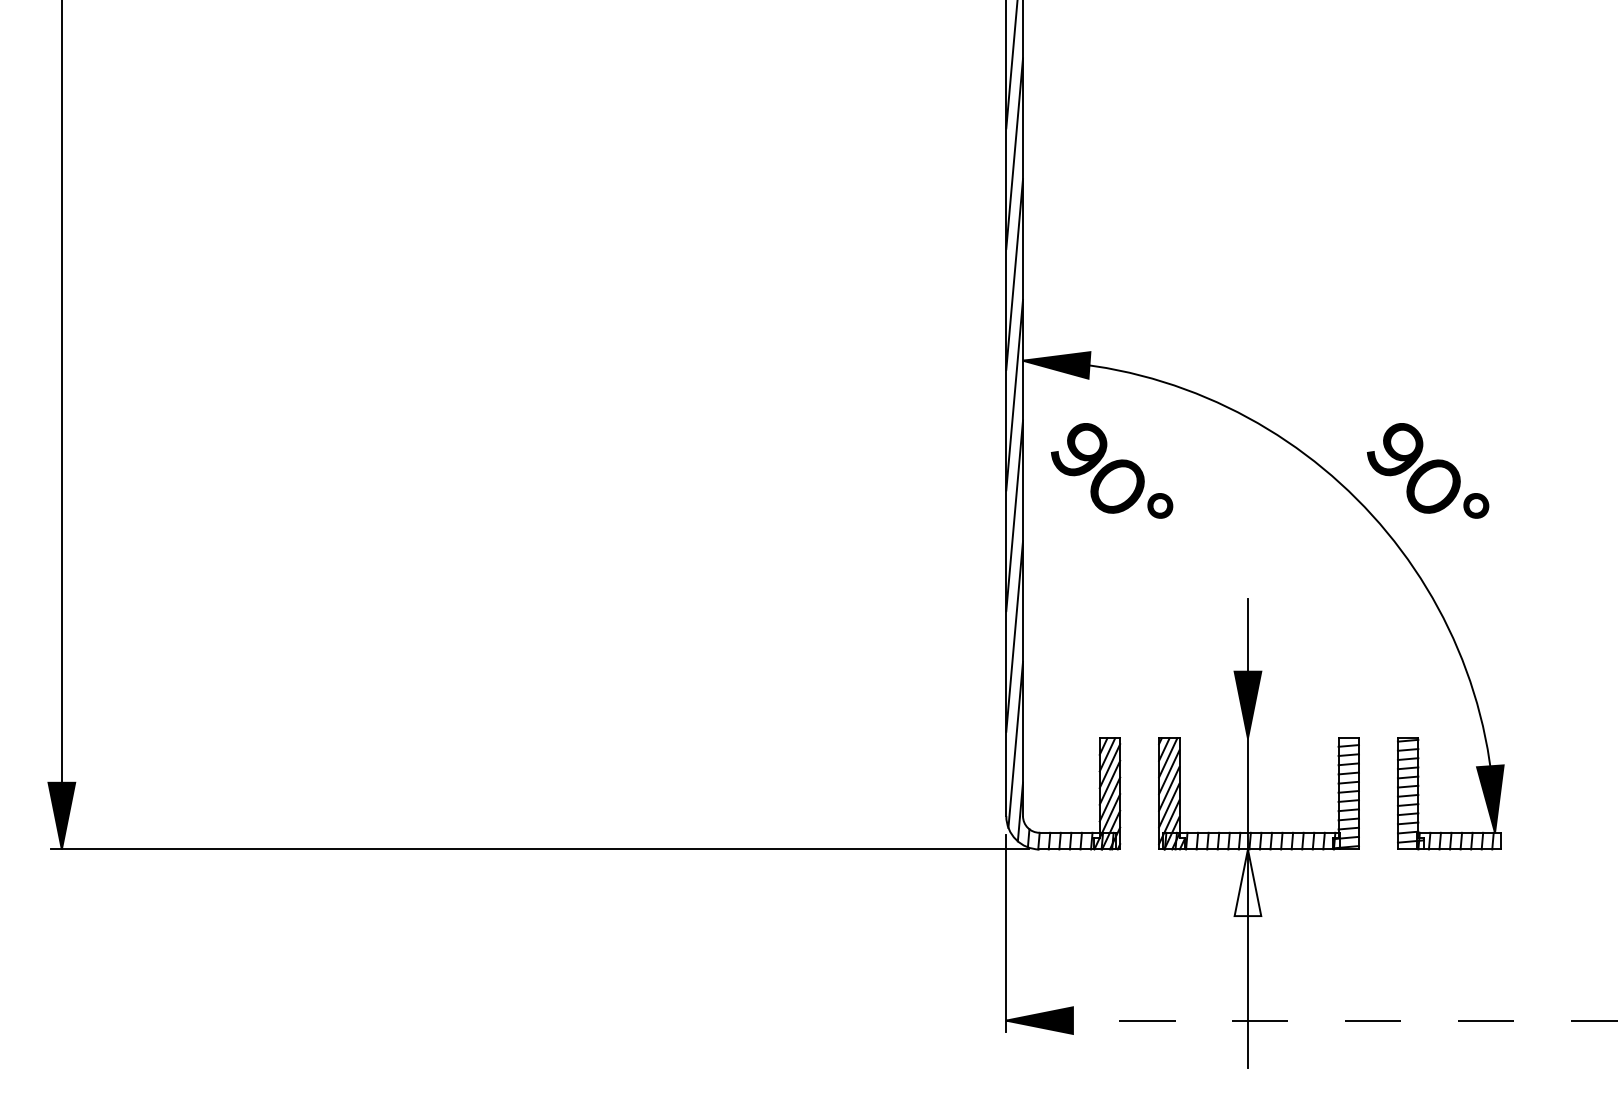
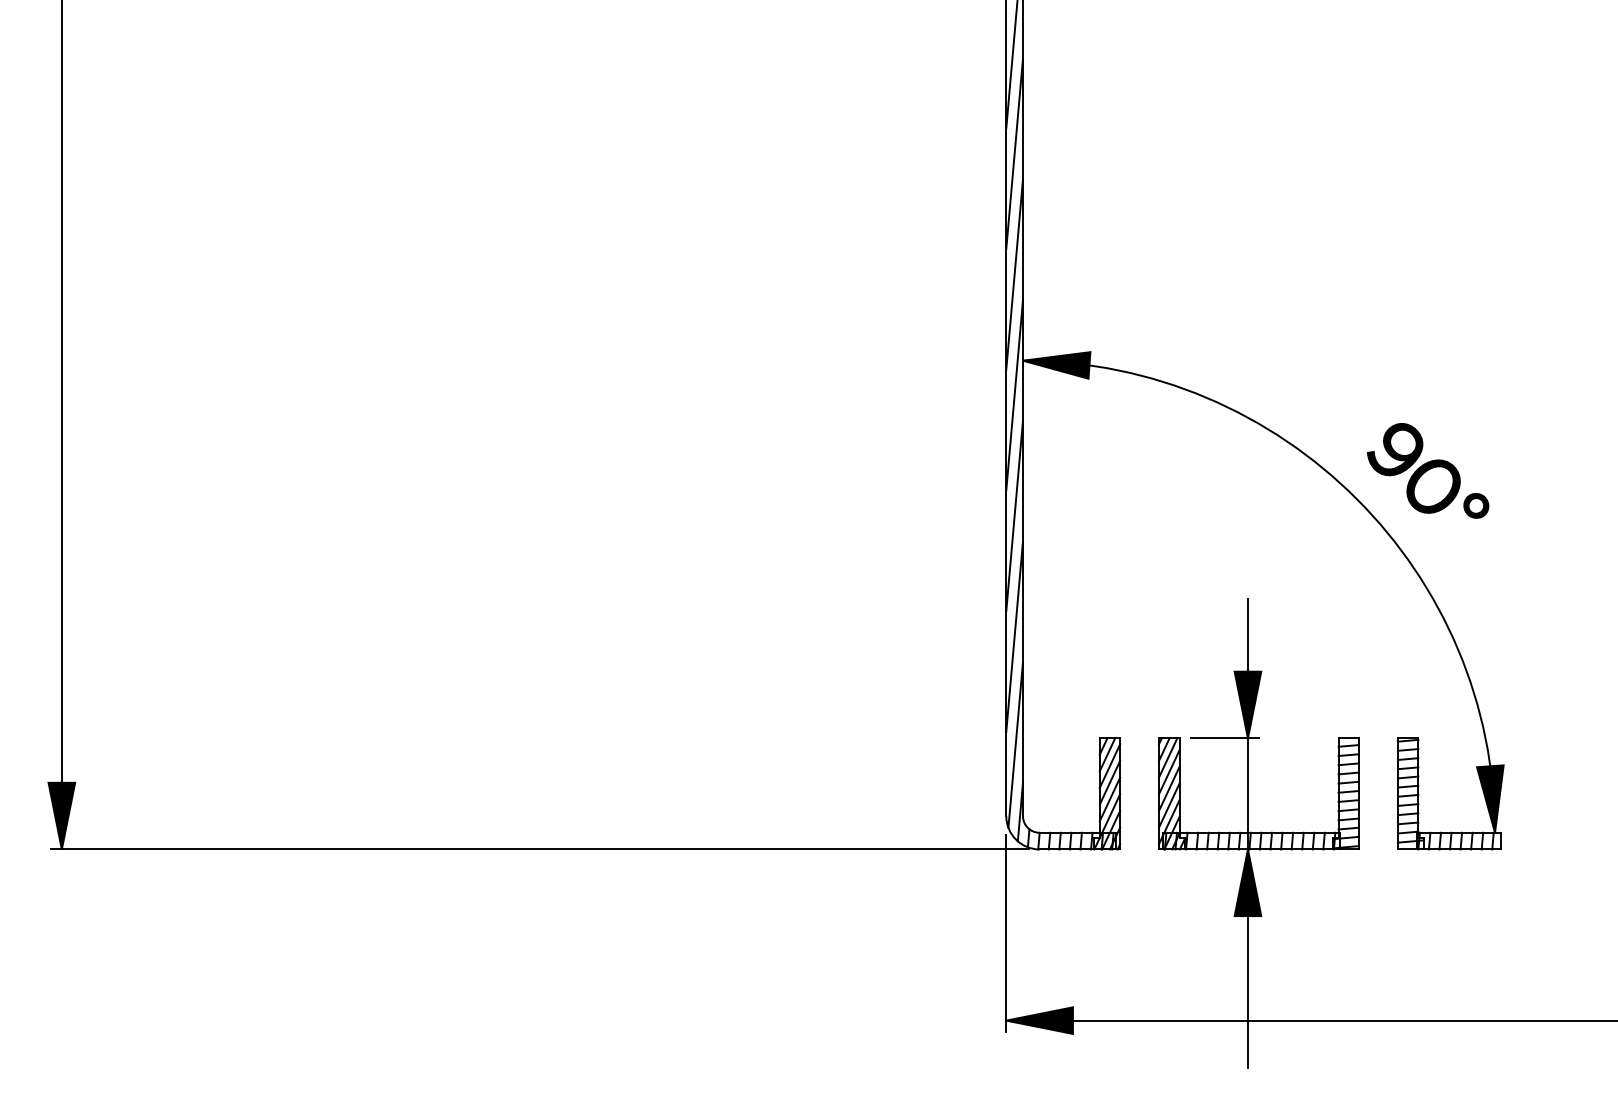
part at (1112, 470): present -> none
line at (1224, 738): none -> present
fill at (1247, 882): none -> present
line at (1312, 1020): dashed -> solid
